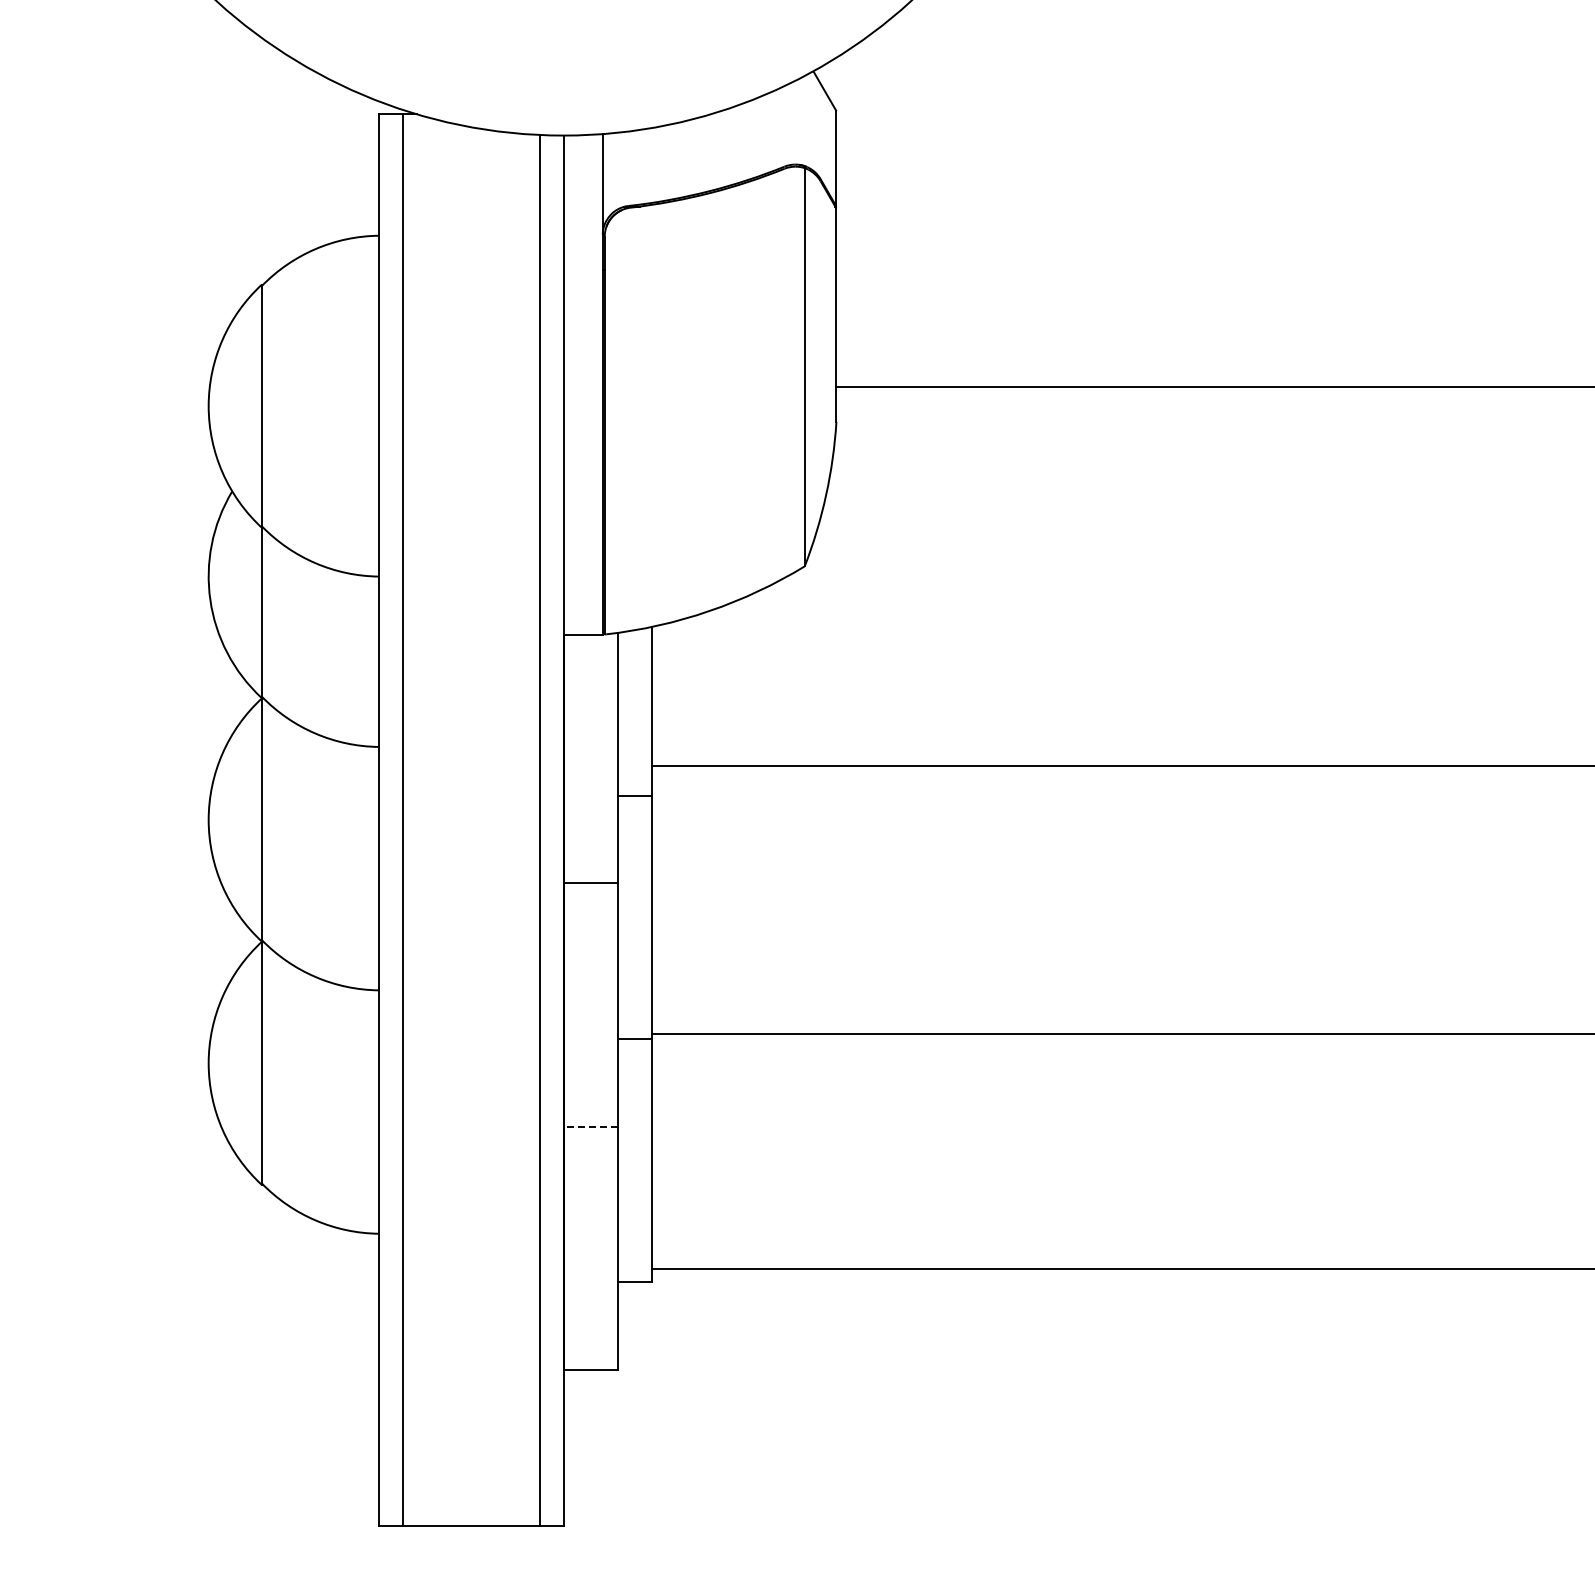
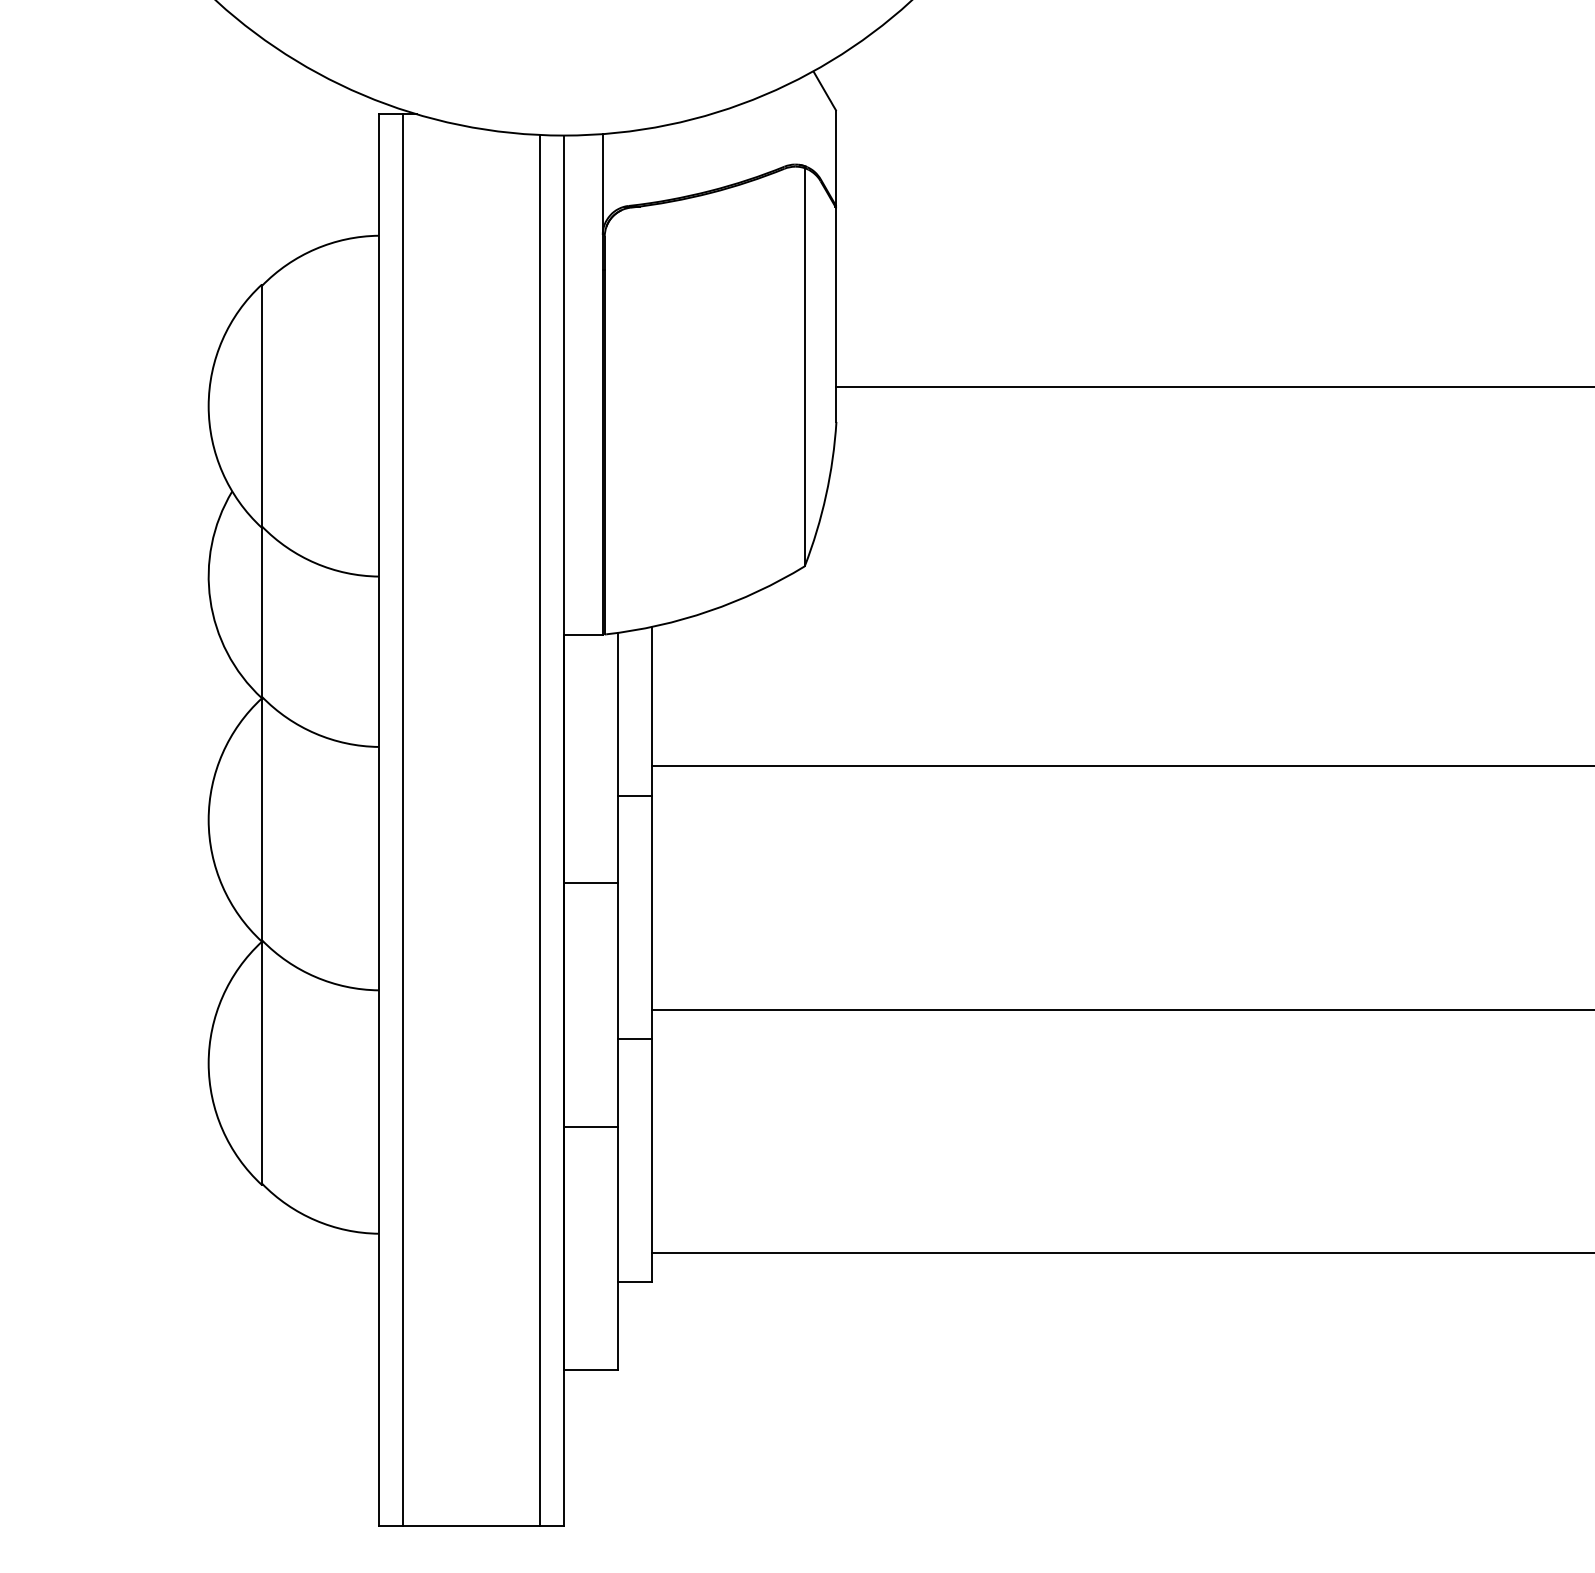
line at (1121, 1033) position: (1121, 1033) -> (1121, 1009)
line at (591, 1126): dashed -> solid
line at (1121, 1269) position: (1121, 1269) -> (1121, 1253)
